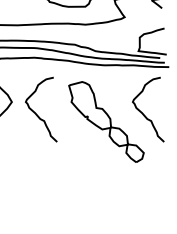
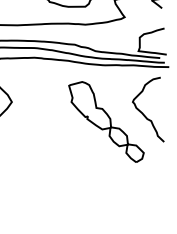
curve at (36, 113): present -> none
